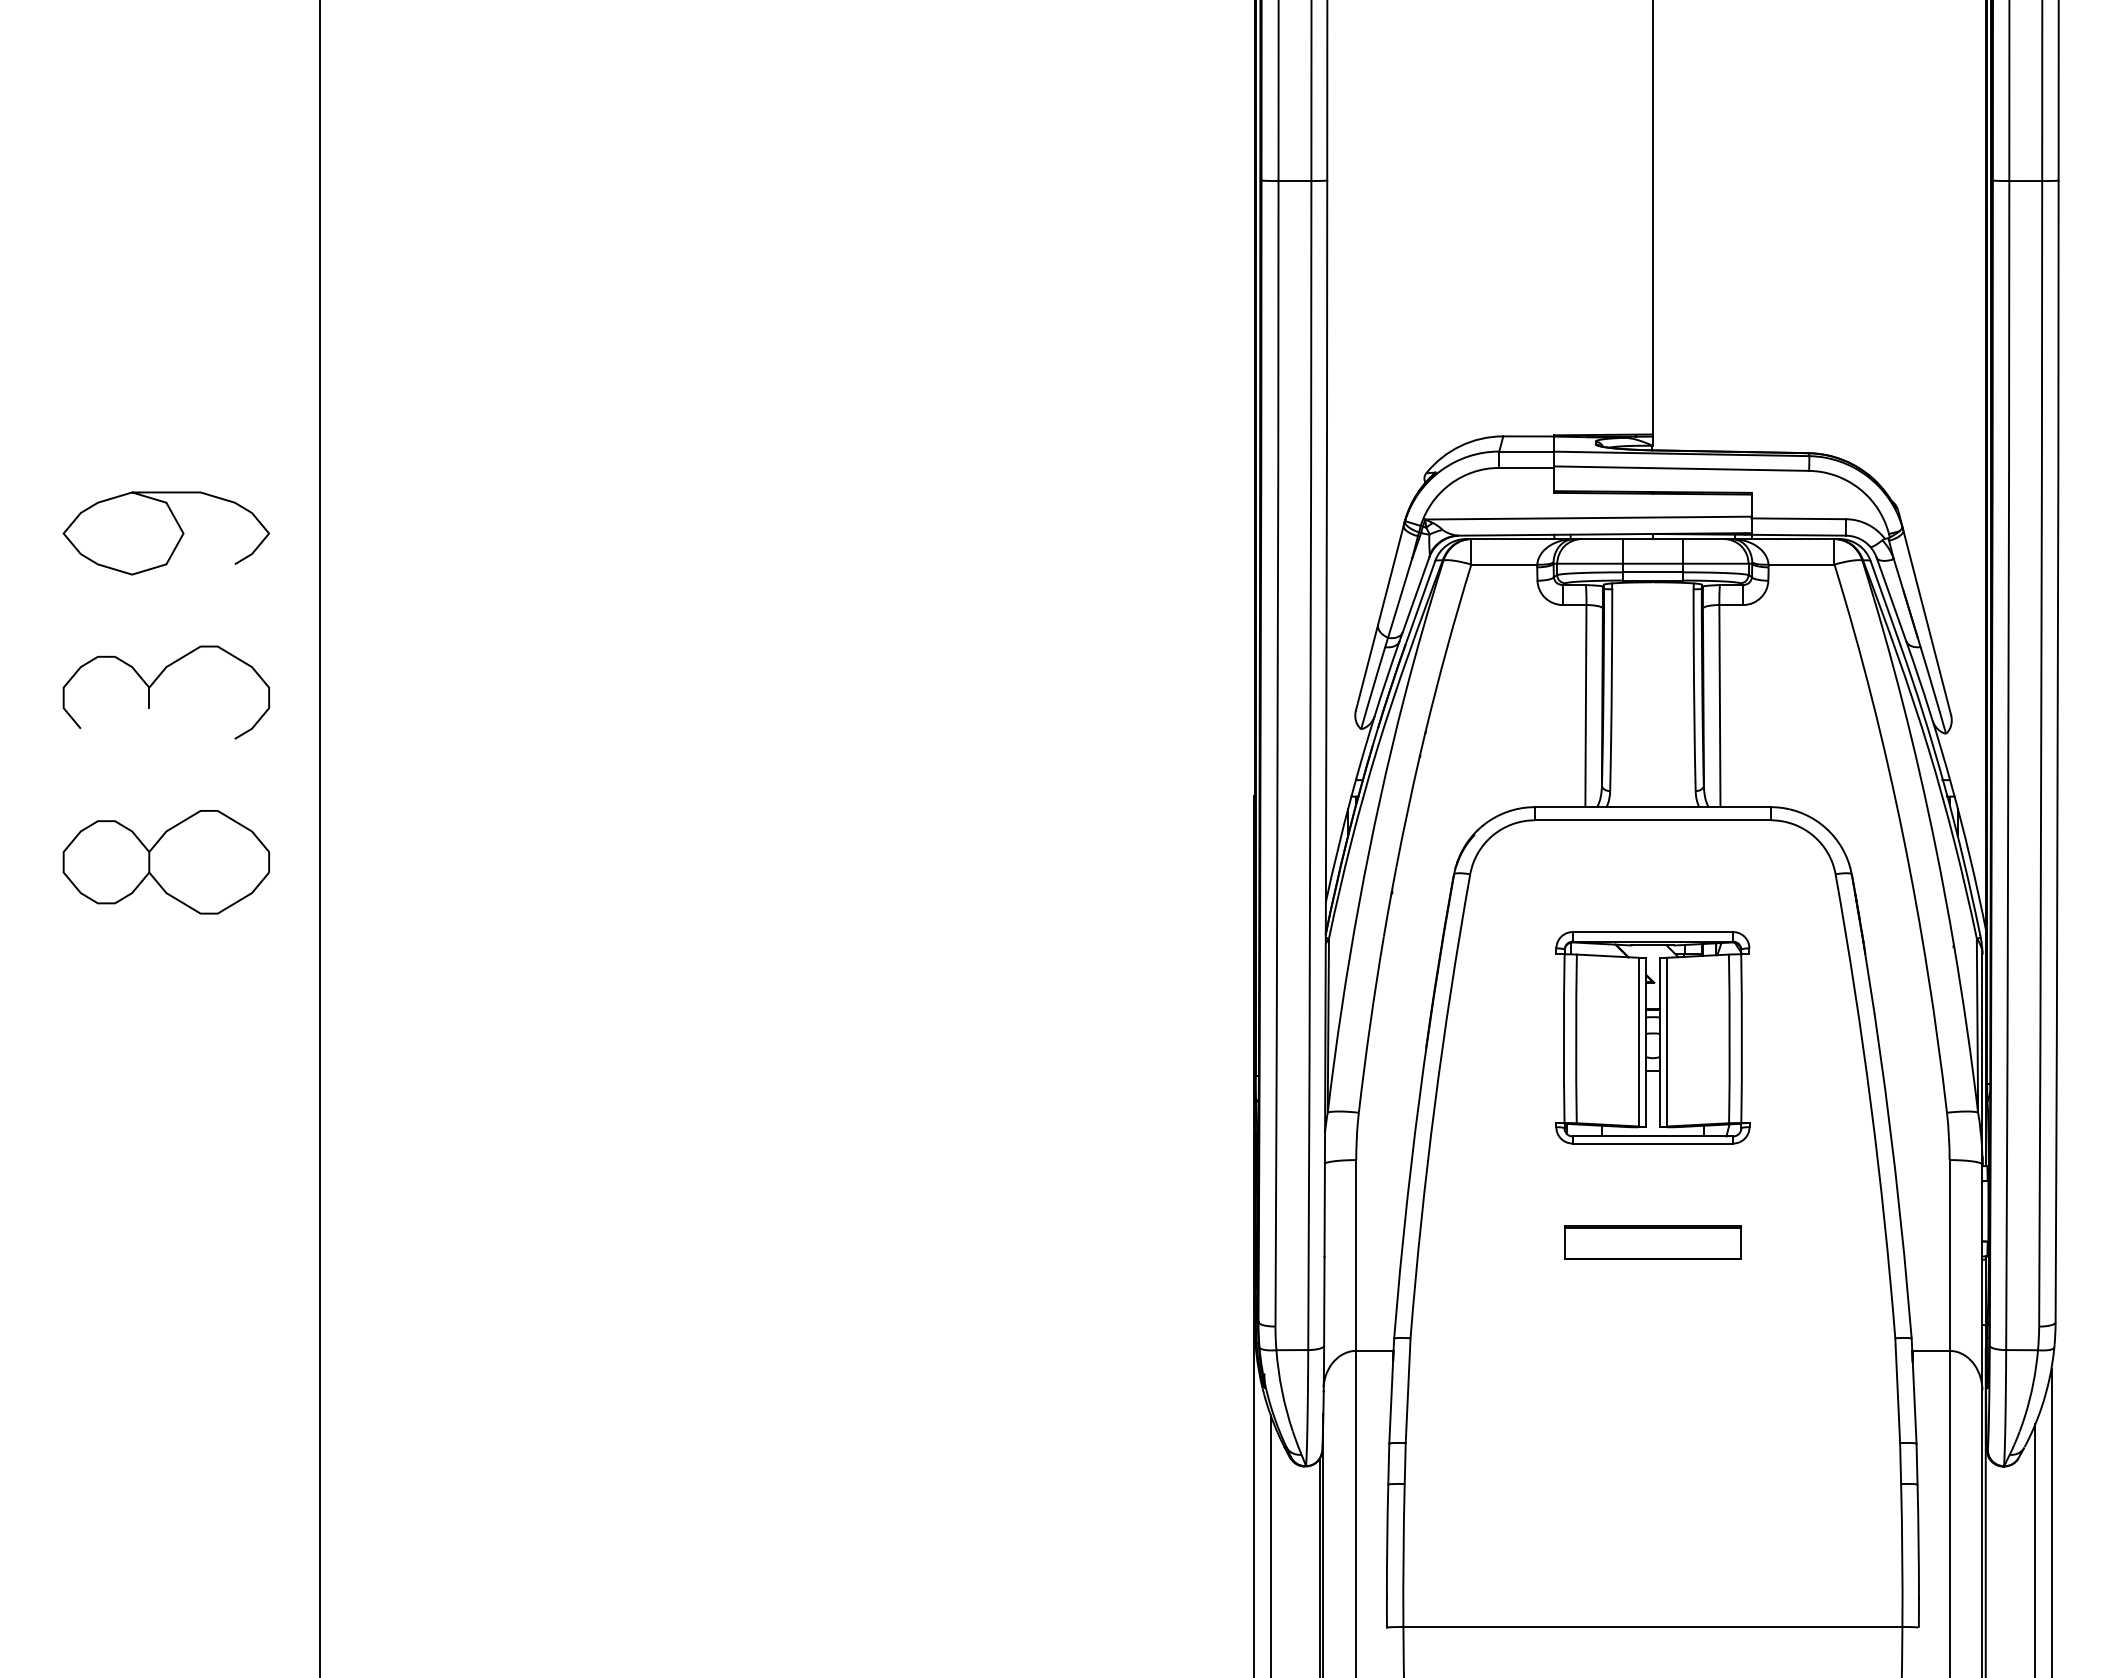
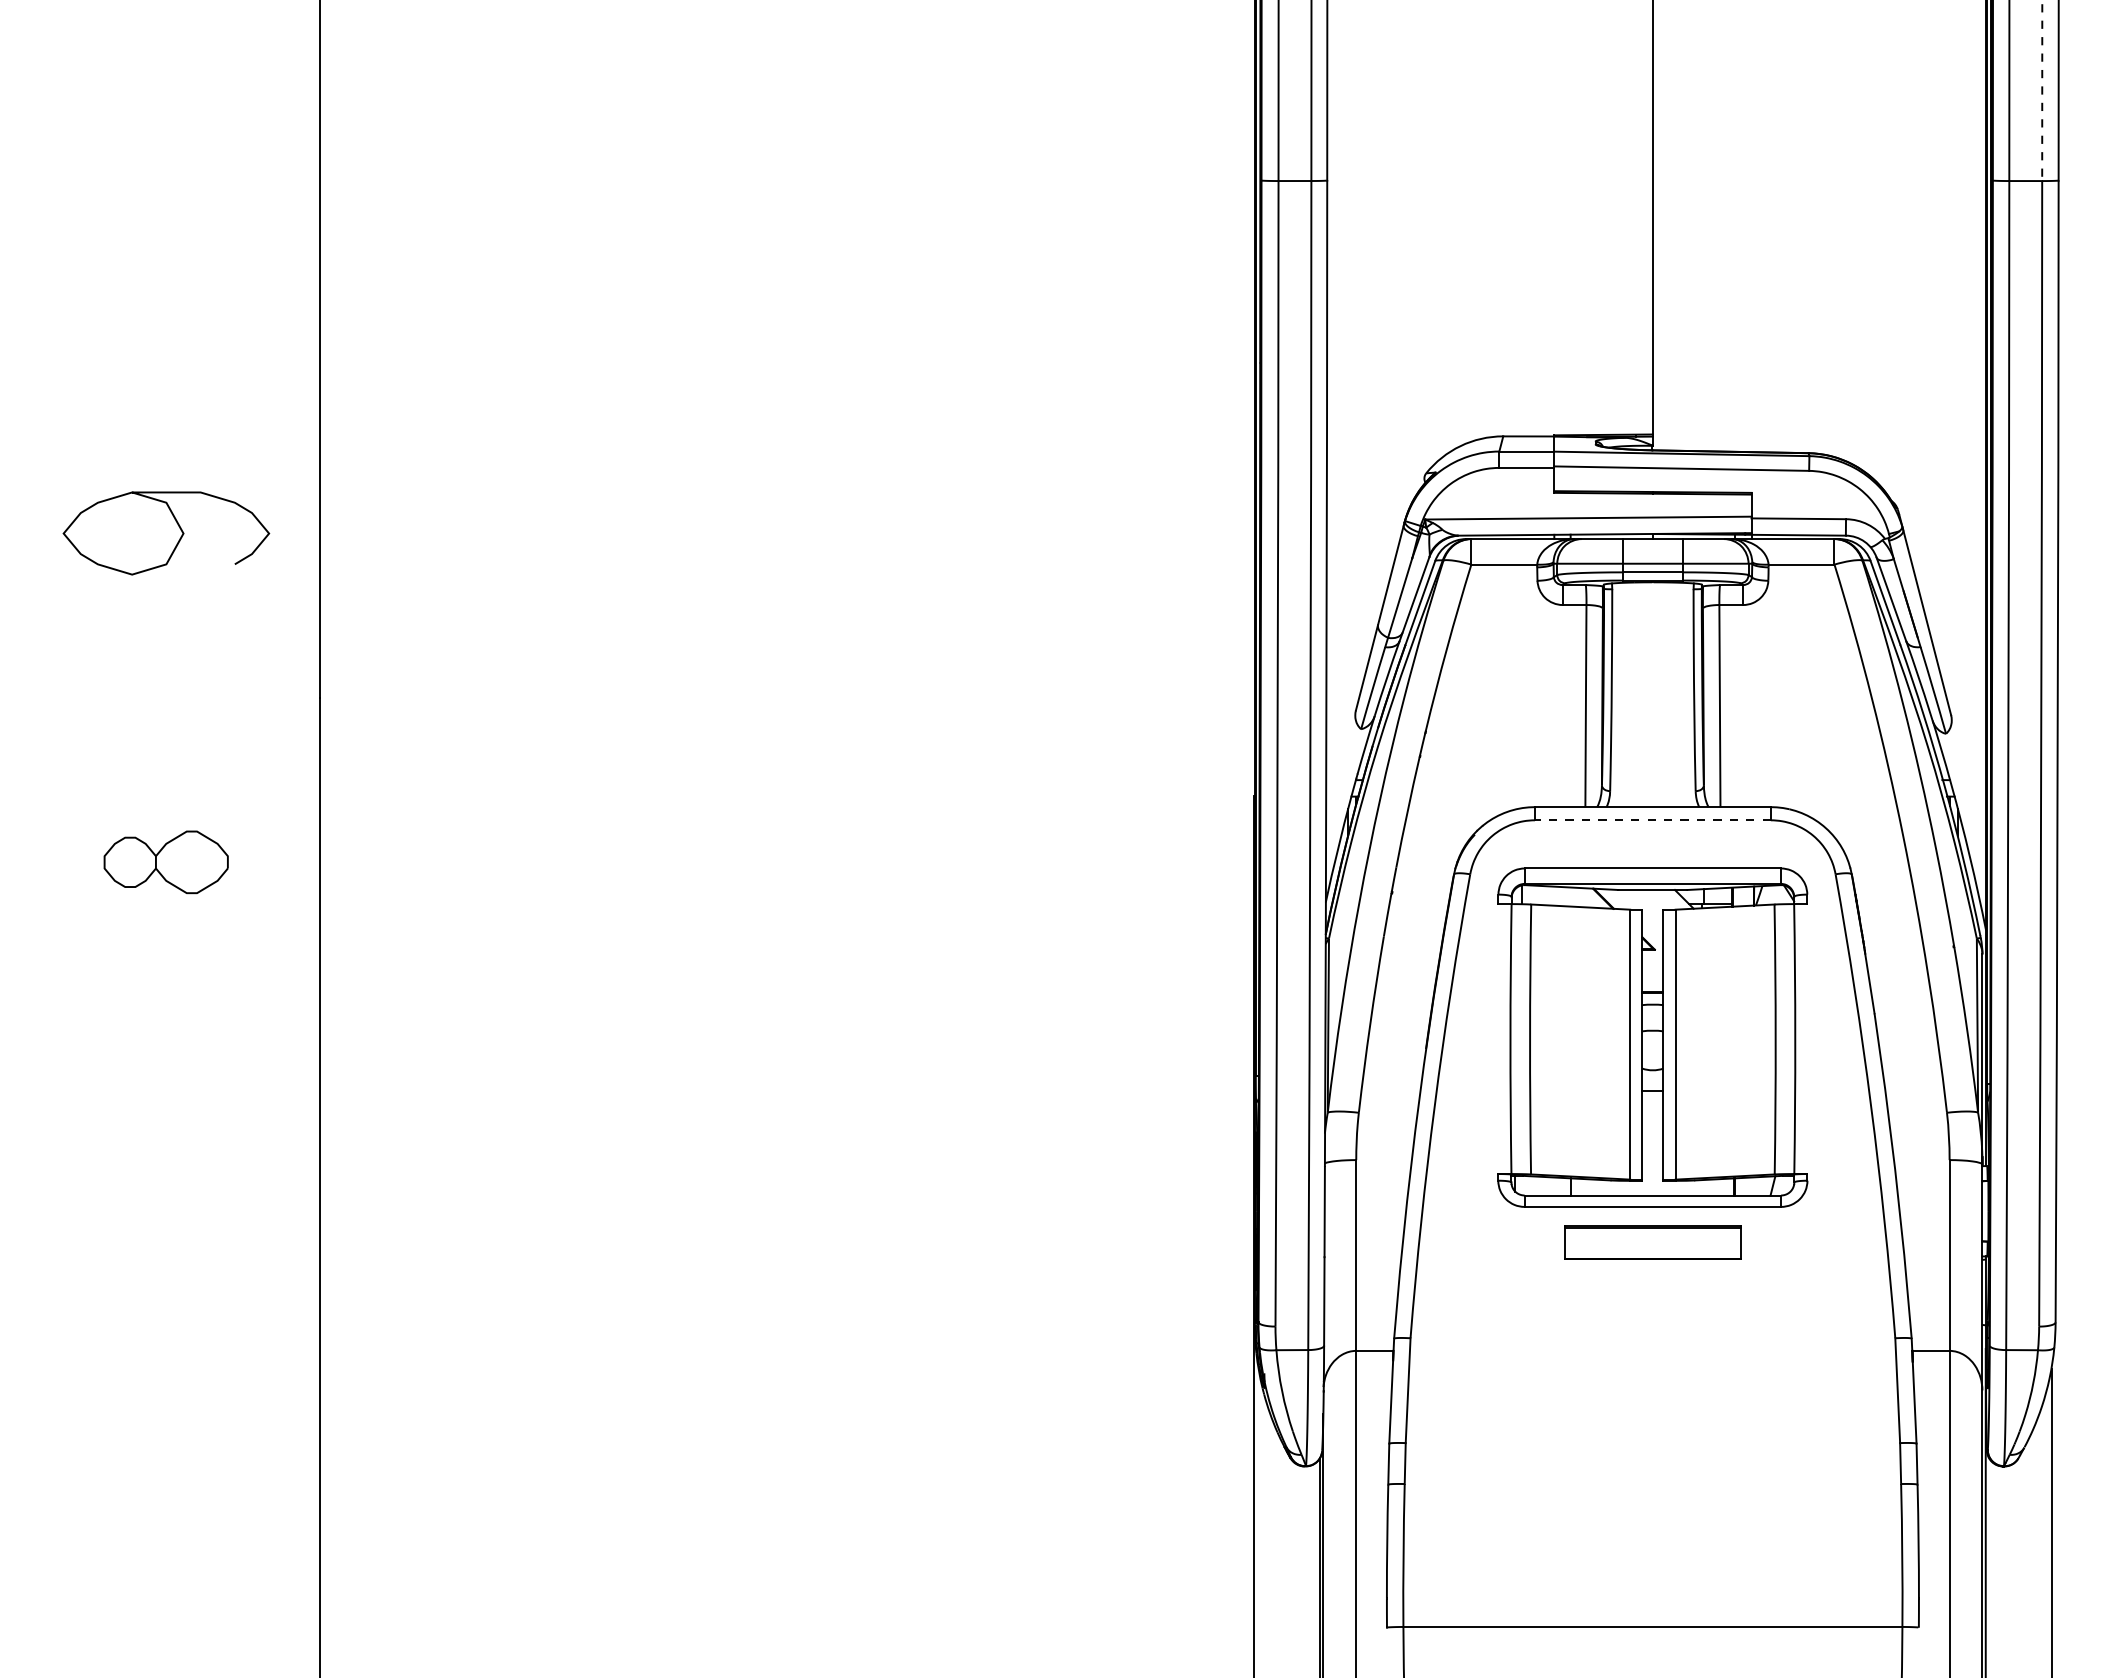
line at (2042, 91): solid -> dashed
part at (153, 684): present -> none
line at (1652, 820): solid -> dashed
part at (165, 862) size: 208x105 px -> 126x65 px
part at (1652, 1037) size: 196x214 px -> 312x341 px
line at (1270, 1544): present -> none
line at (2035, 1549): present -> none
